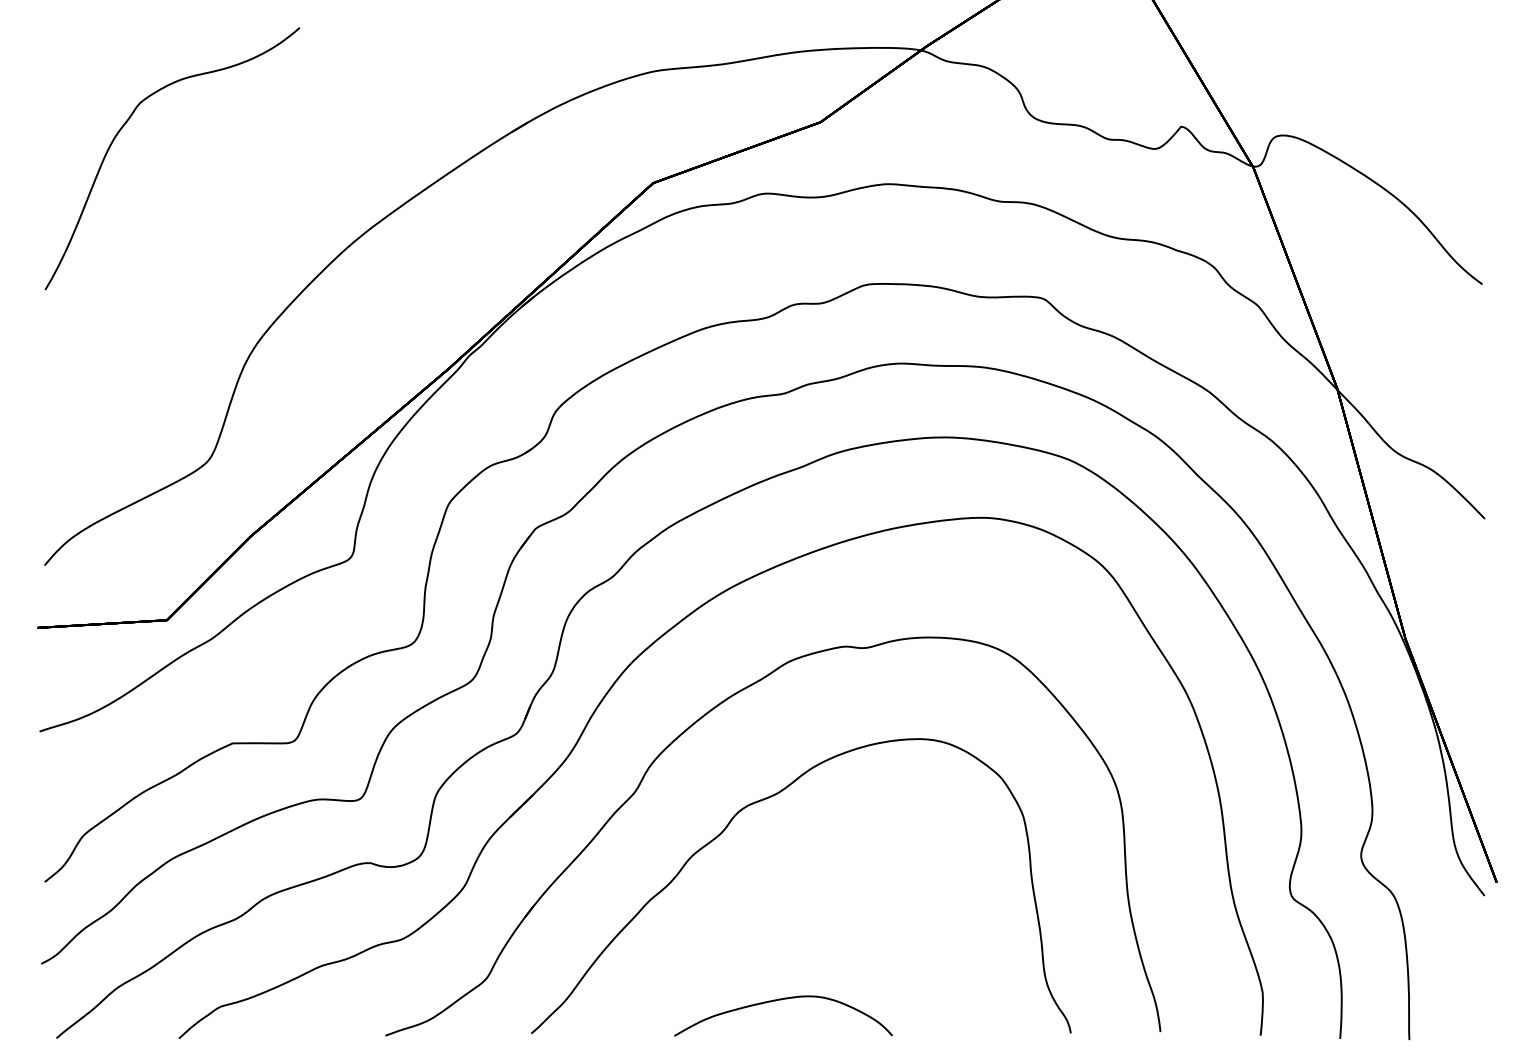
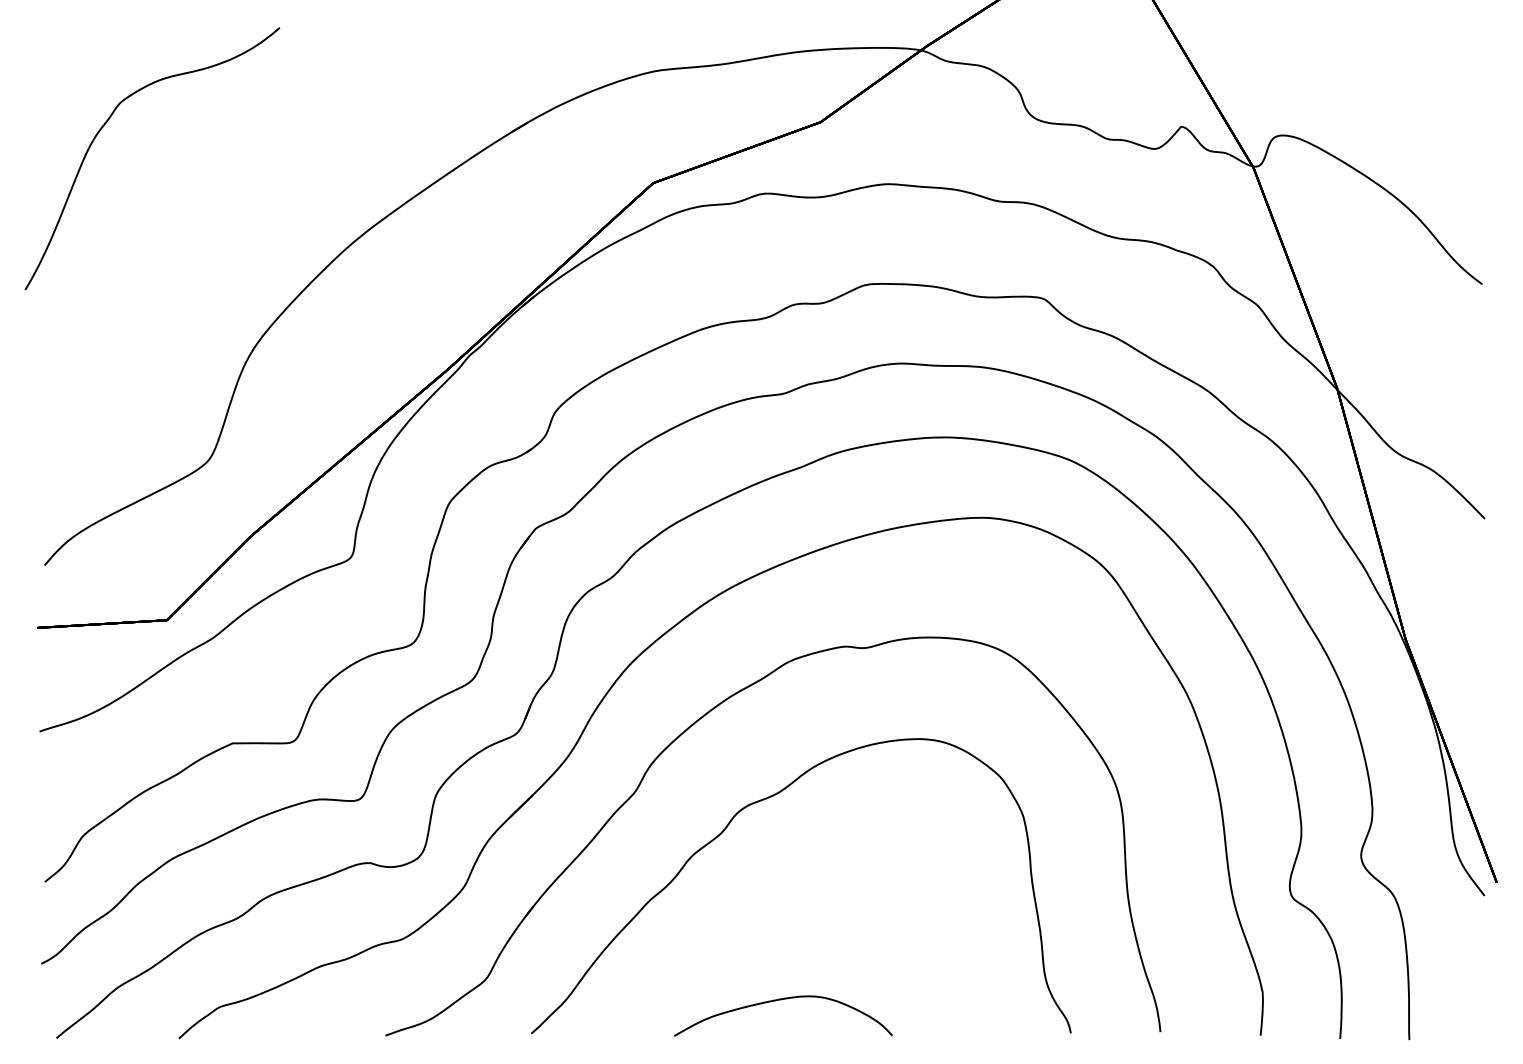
part at (127, 122) position: (127, 122) -> (107, 122)
